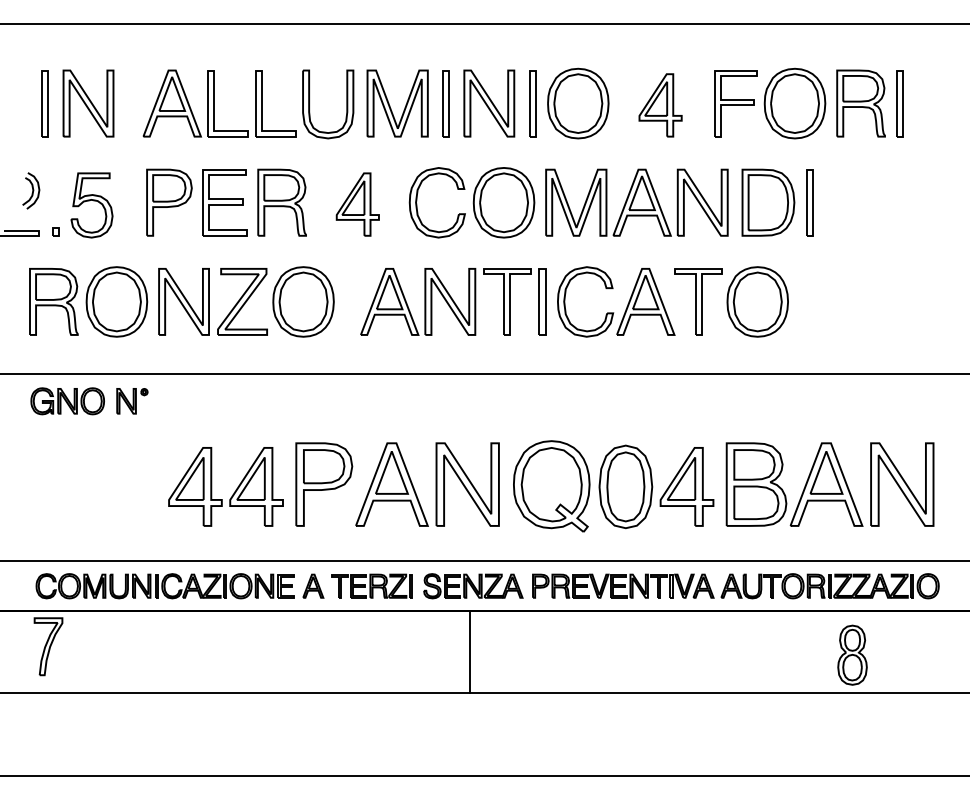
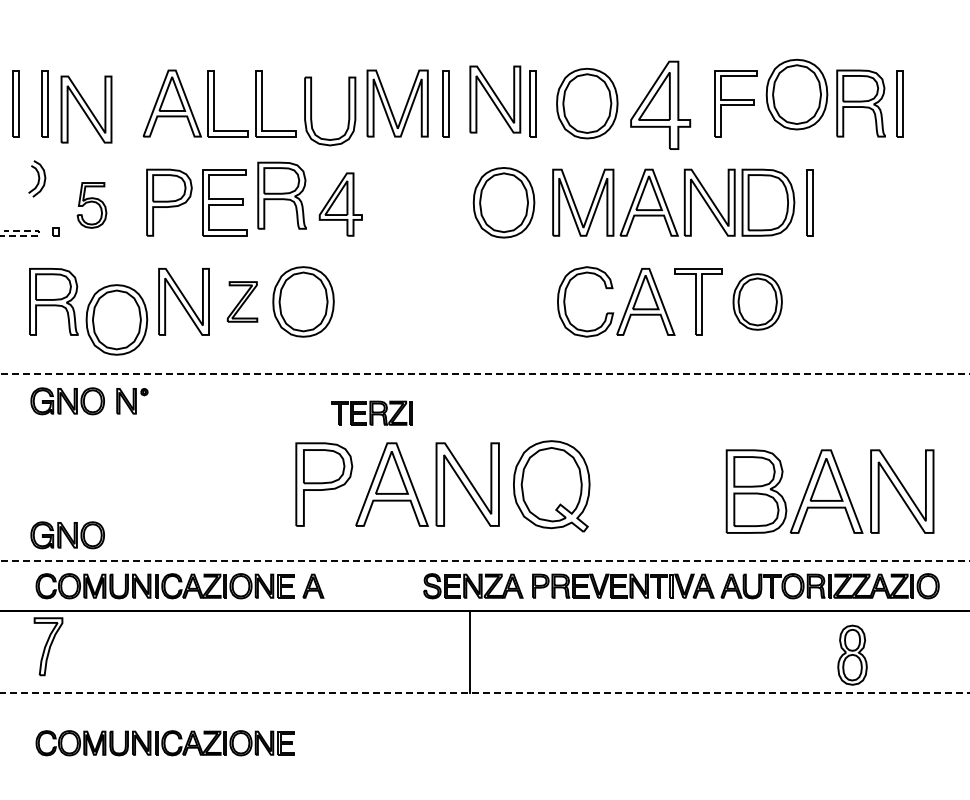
line at (484, 24): present -> none
part at (15, 103): none -> present
part at (88, 103) position: (88, 103) -> (86, 109)
part at (489, 103) position: (489, 103) -> (495, 99)
part at (578, 103) position: (578, 103) -> (587, 103)
part at (794, 103) position: (794, 103) -> (796, 94)
part at (346, 104) position: (346, 104) -> (348, 111)
part at (660, 105) size: 45x65 px -> 62x90 px
part at (31, 190) position: (31, 190) -> (37, 178)
part at (417, 201): present -> none
part at (281, 202) position: (281, 202) -> (281, 195)
part at (636, 202) position: (636, 202) -> (643, 202)
part at (357, 204) position: (357, 204) -> (340, 204)
part at (91, 205) size: 44x67 px -> 32x47 px
line at (39, 234): solid -> dashed
part at (116, 301) position: (116, 301) -> (116, 319)
part at (242, 301) size: 51x68 px -> 33x42 px
part at (453, 301): present -> none
part at (757, 301) size: 63x72 px -> 51x58 px
line at (485, 374): solid -> dashed
part at (829, 484) position: (829, 484) -> (829, 491)
part at (656, 486): present -> none
part at (234, 491): present -> none
part at (67, 535): none -> present
line at (485, 561): solid -> dashed
part at (371, 585) position: (371, 585) -> (371, 412)
line at (485, 693): solid -> dashed
part at (164, 743): none -> present
line at (484, 775): present -> none
